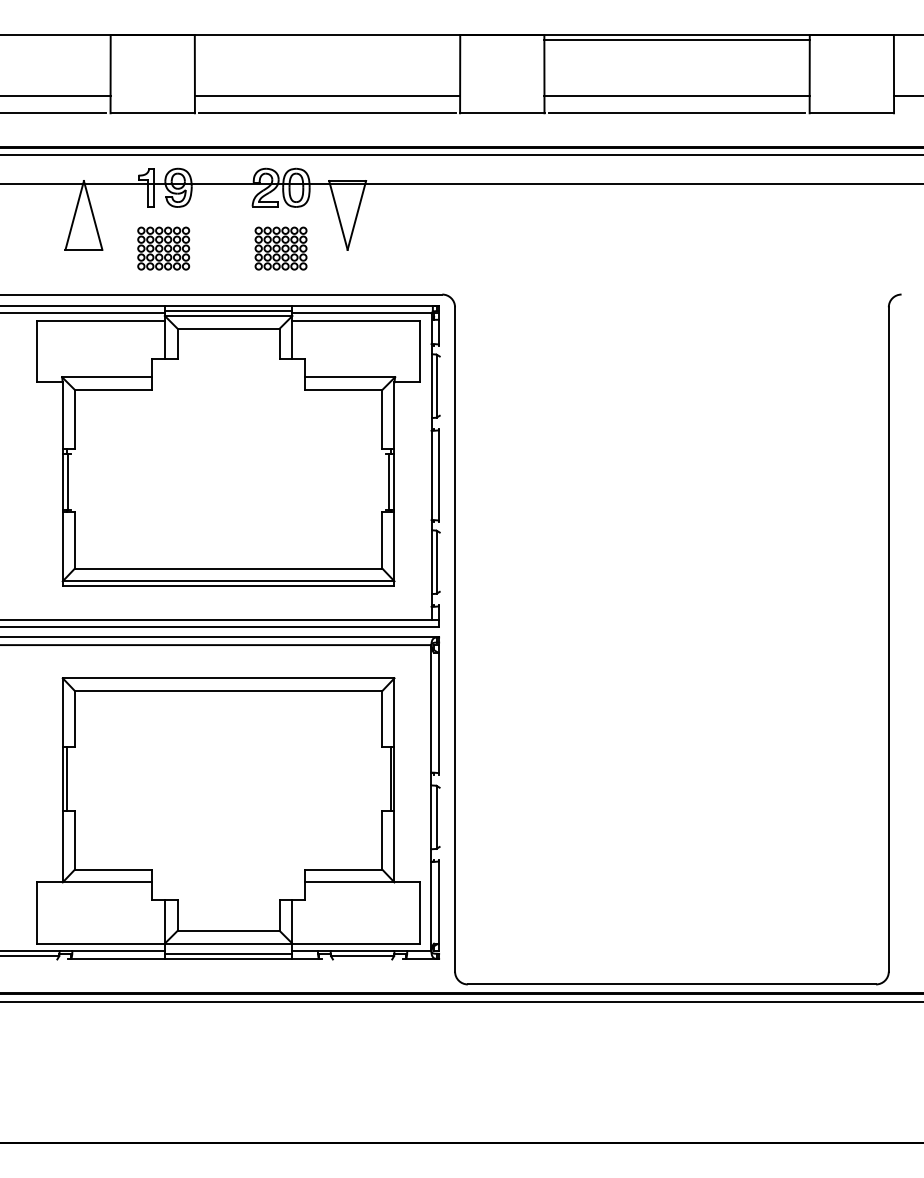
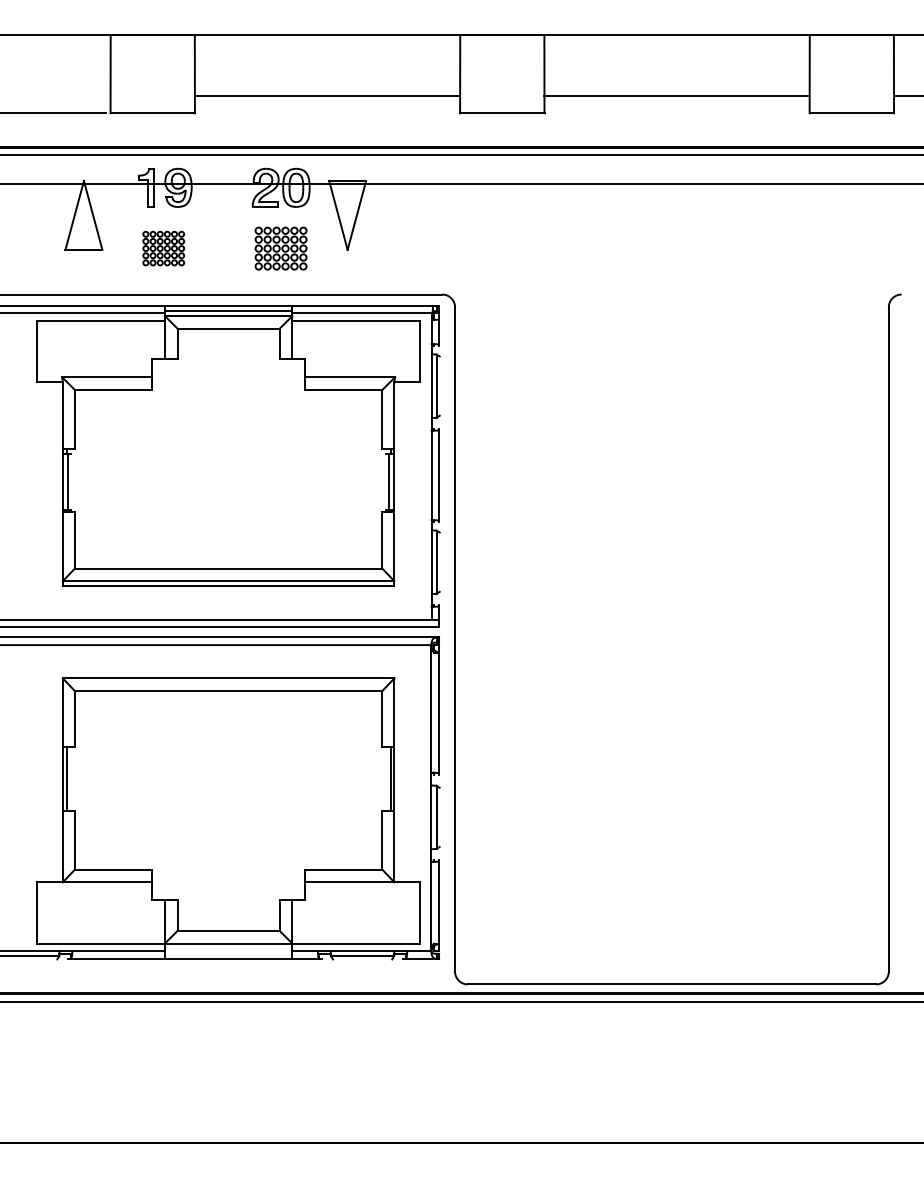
line at (676, 40): present -> none
line at (56, 95): present -> none
line at (327, 113): present -> none
line at (676, 113): present -> none
part at (163, 248) size: 54x45 px -> 43x37 px
line at (228, 953): present -> none
